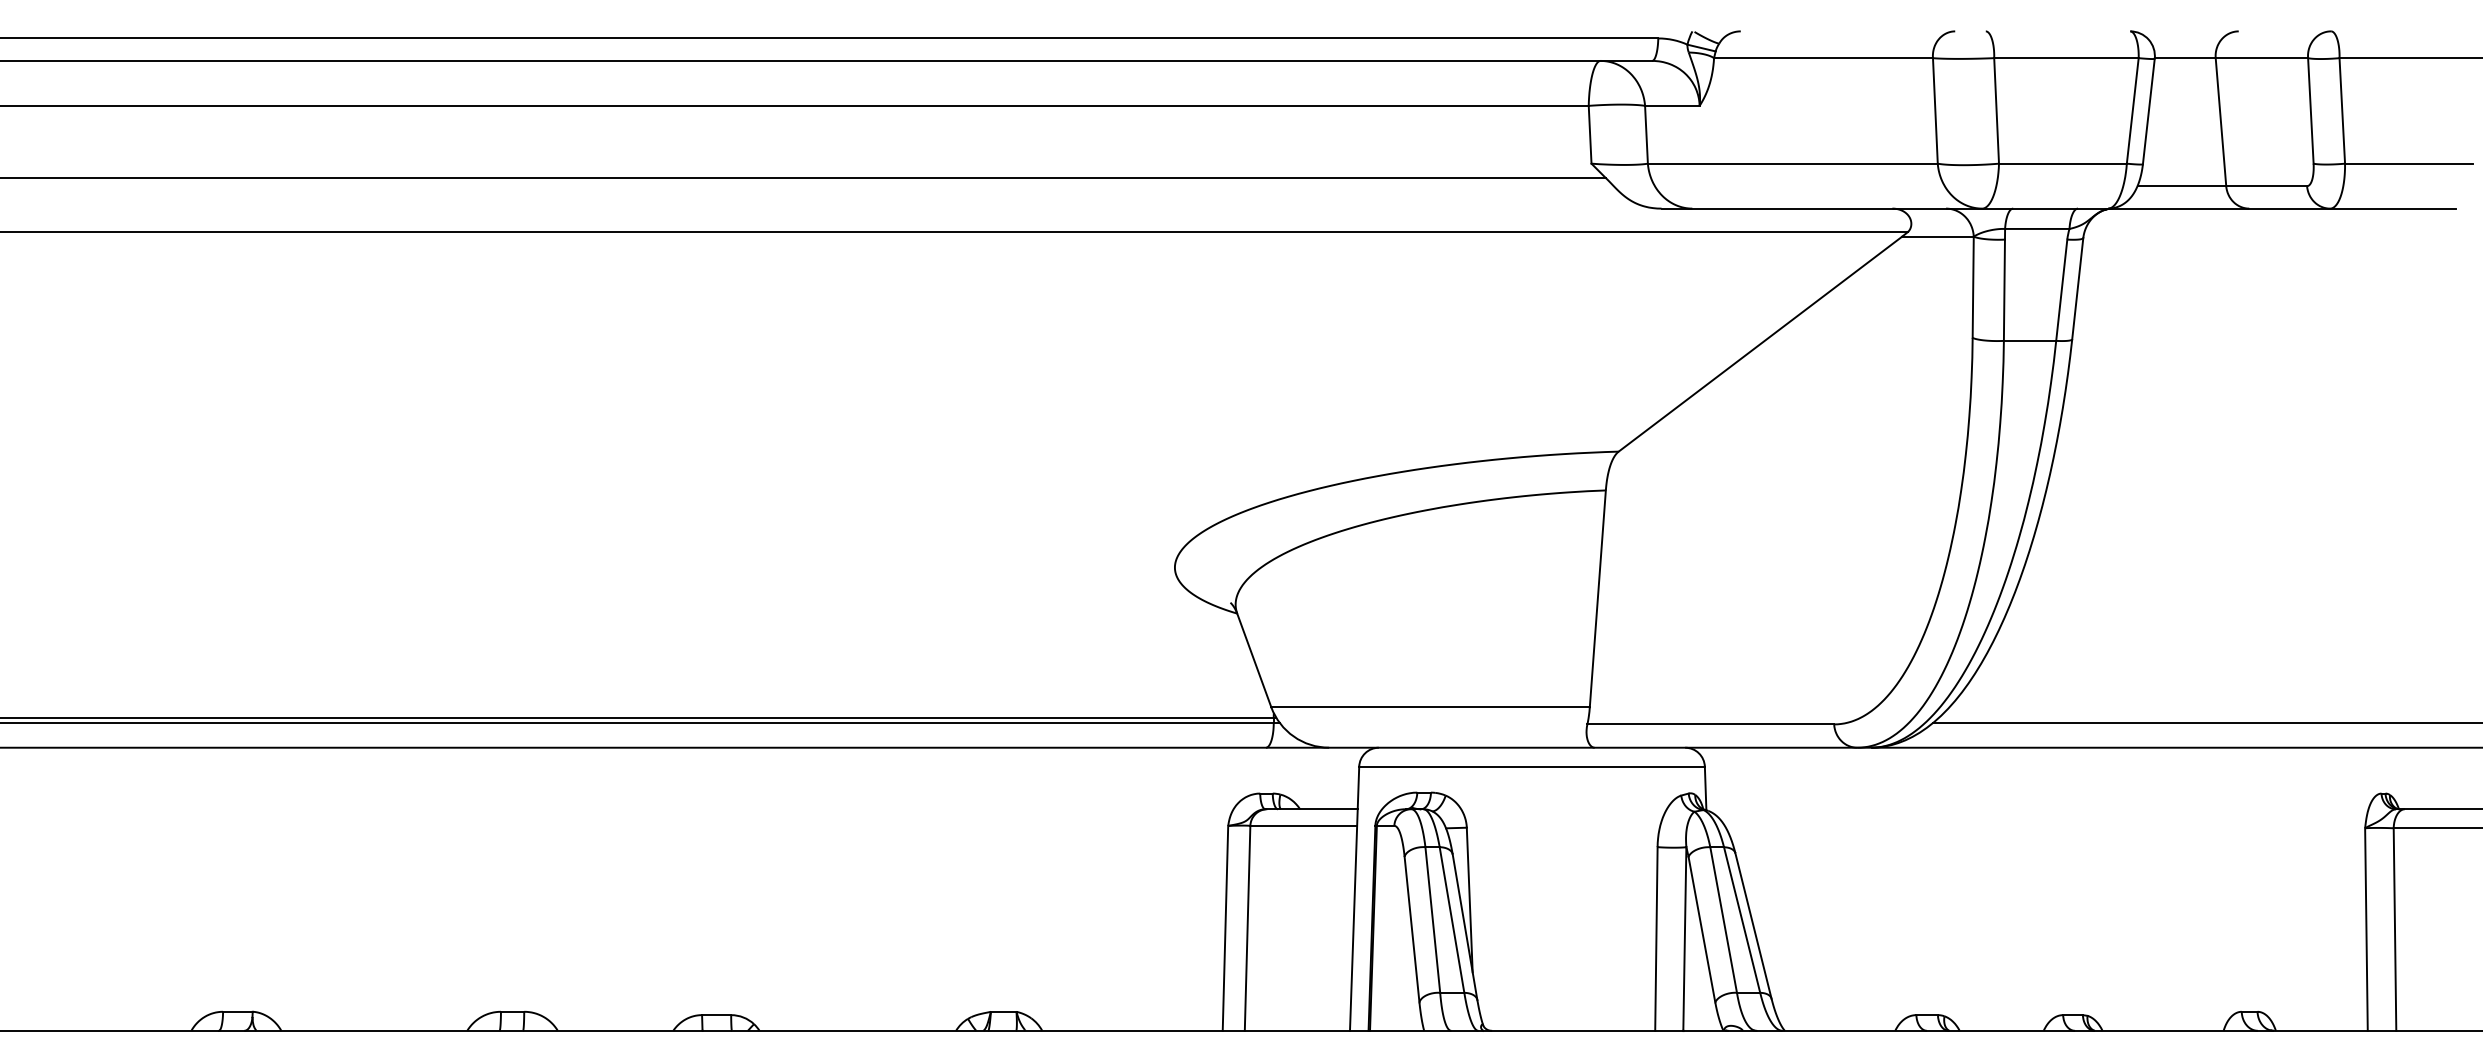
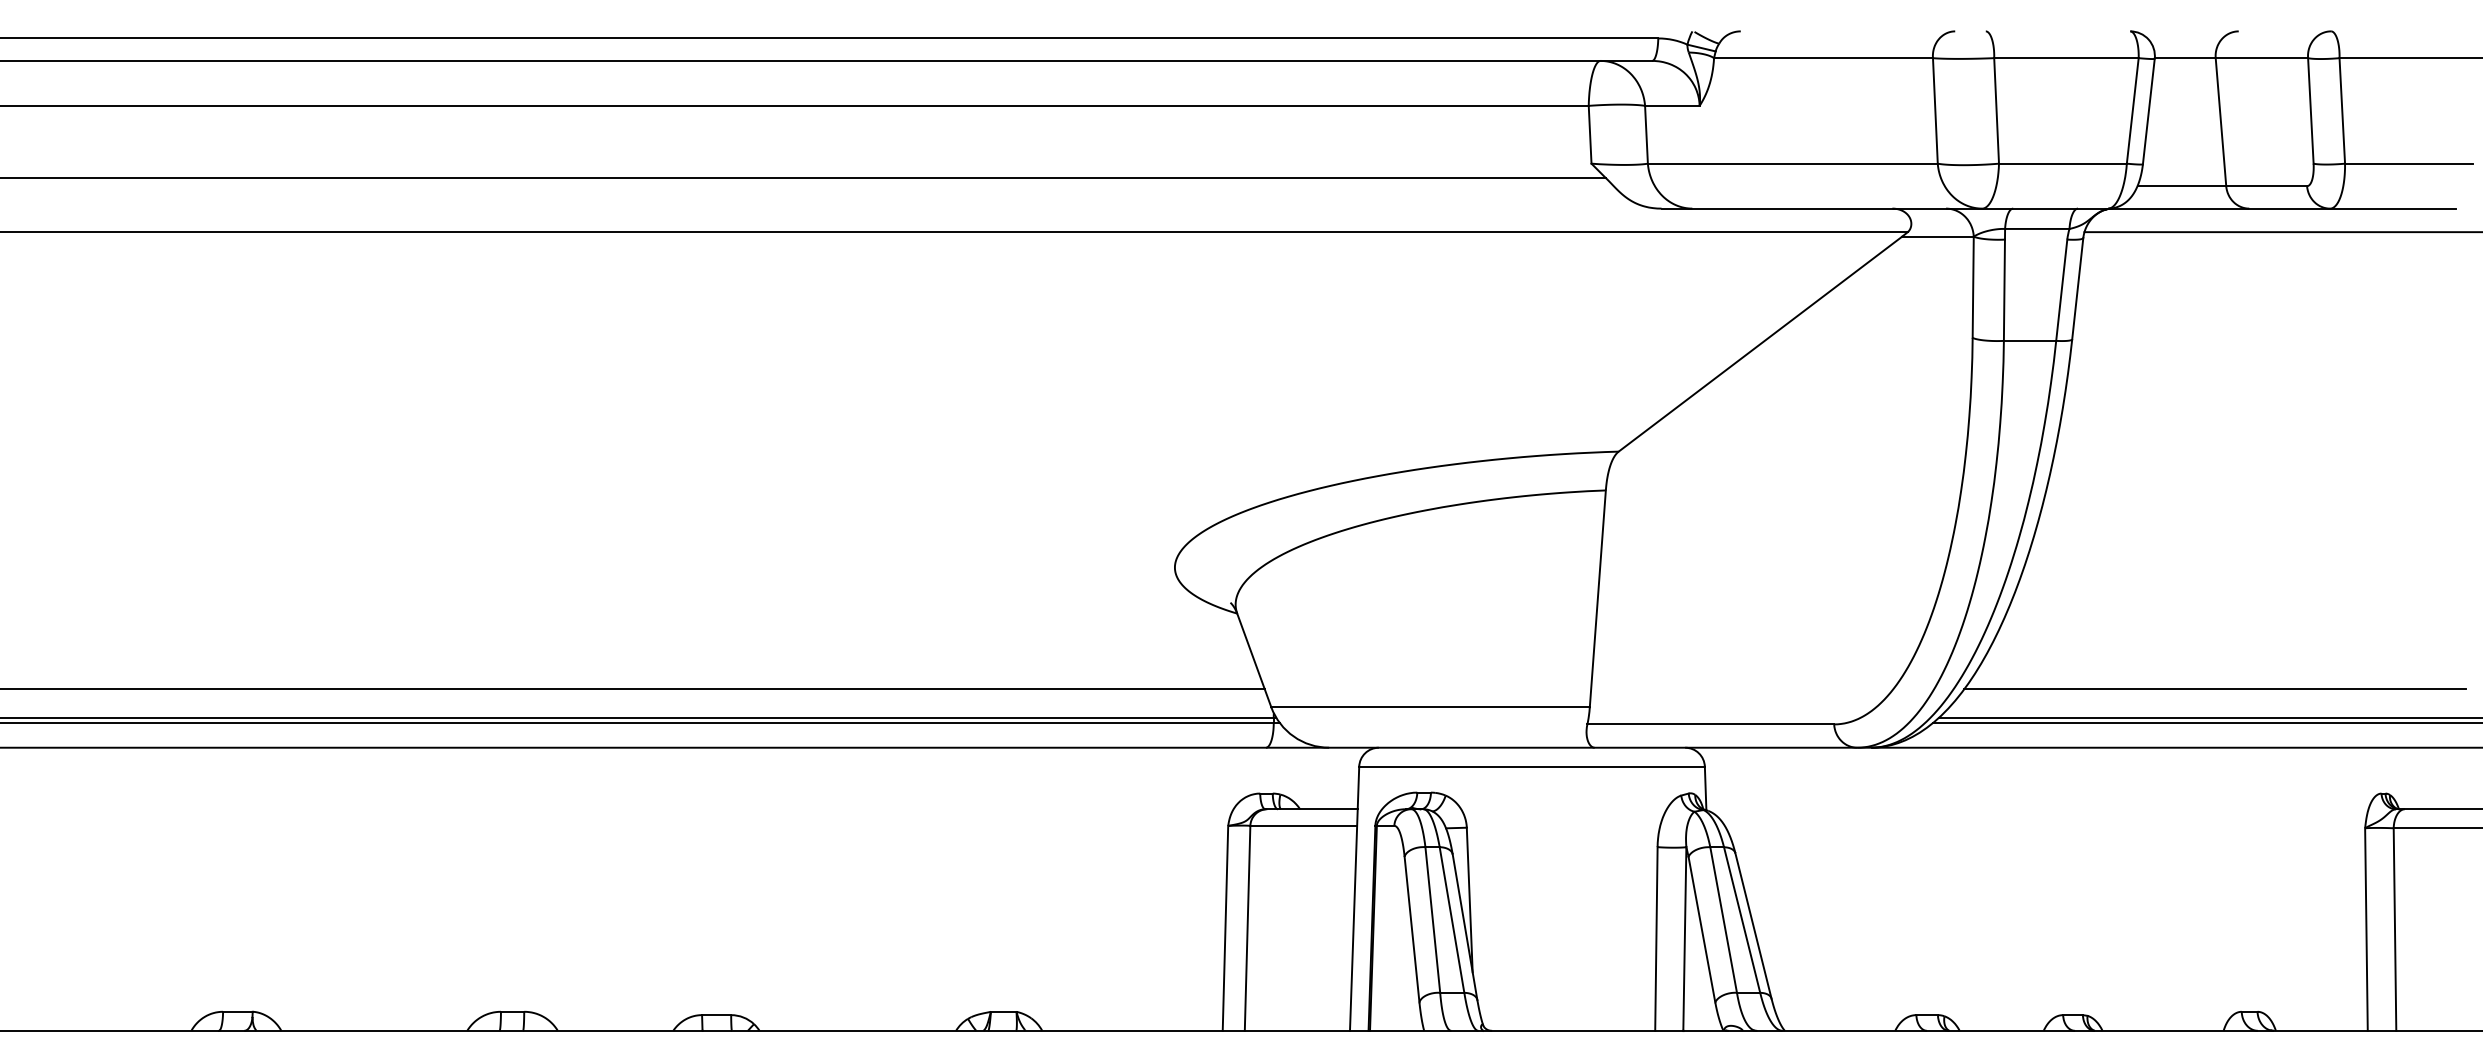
line at (2281, 232): none -> present
line at (633, 689): none -> present
line at (2215, 689): none -> present
line at (2209, 717): none -> present
